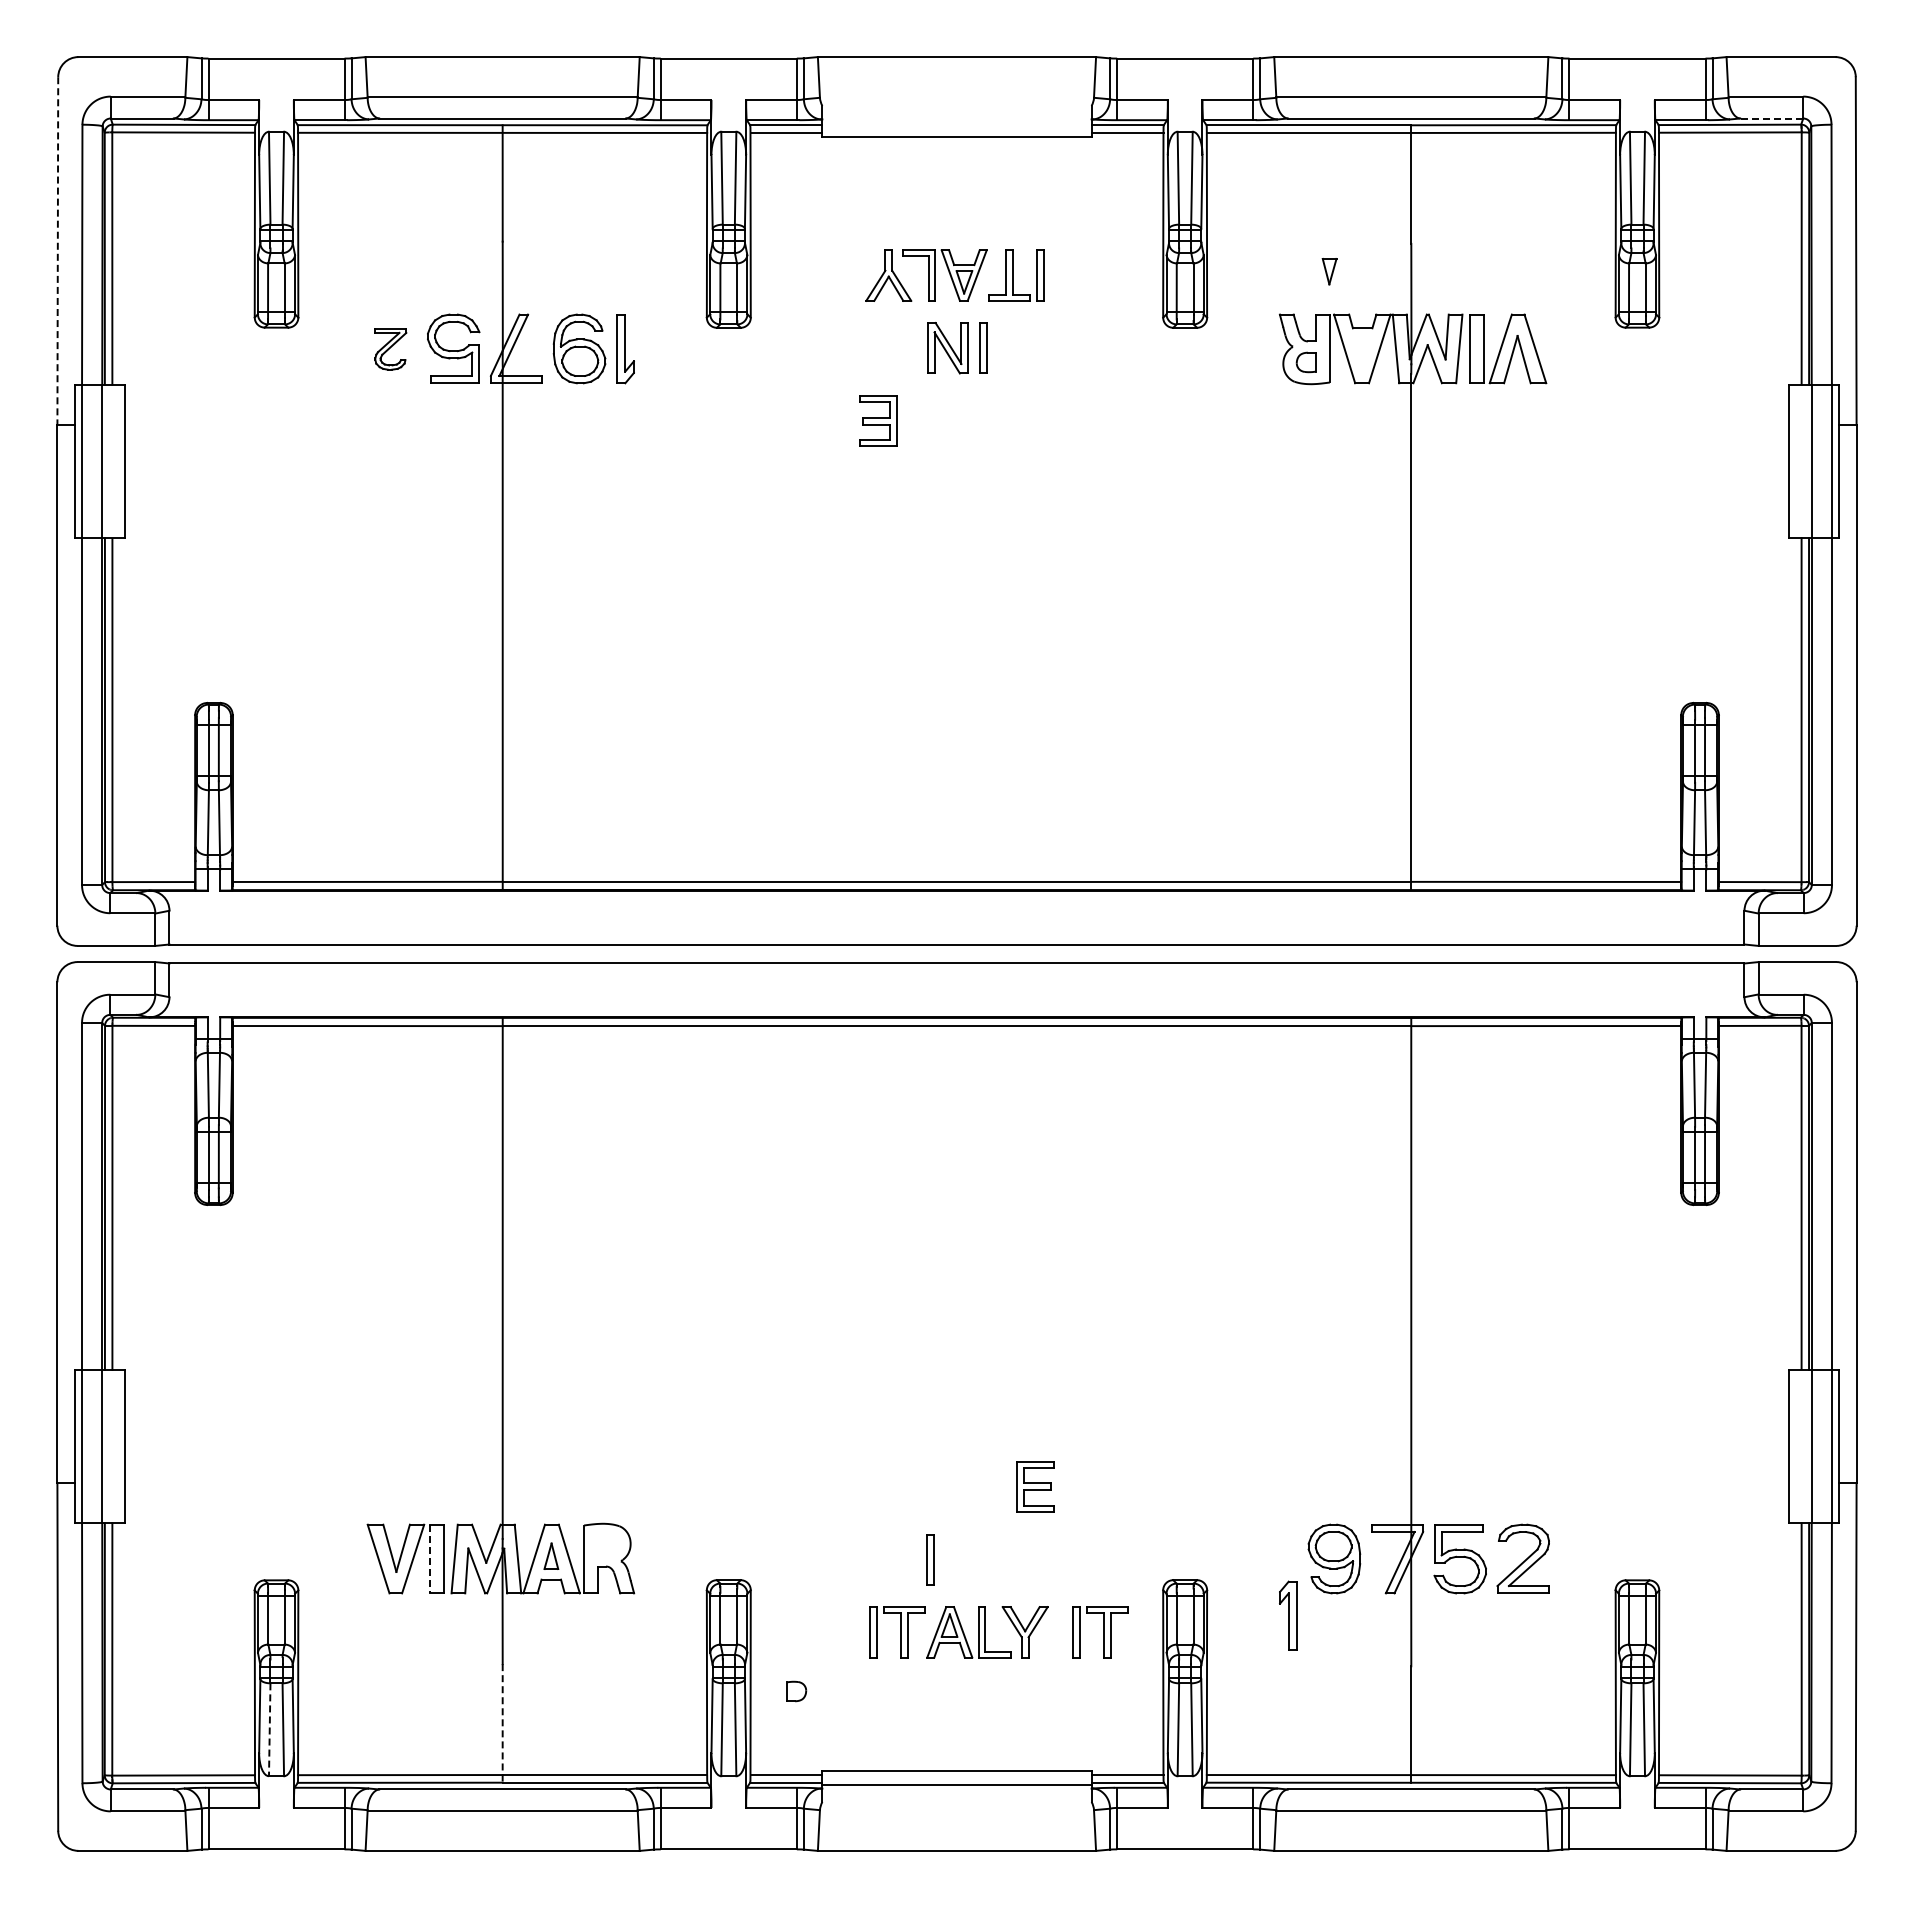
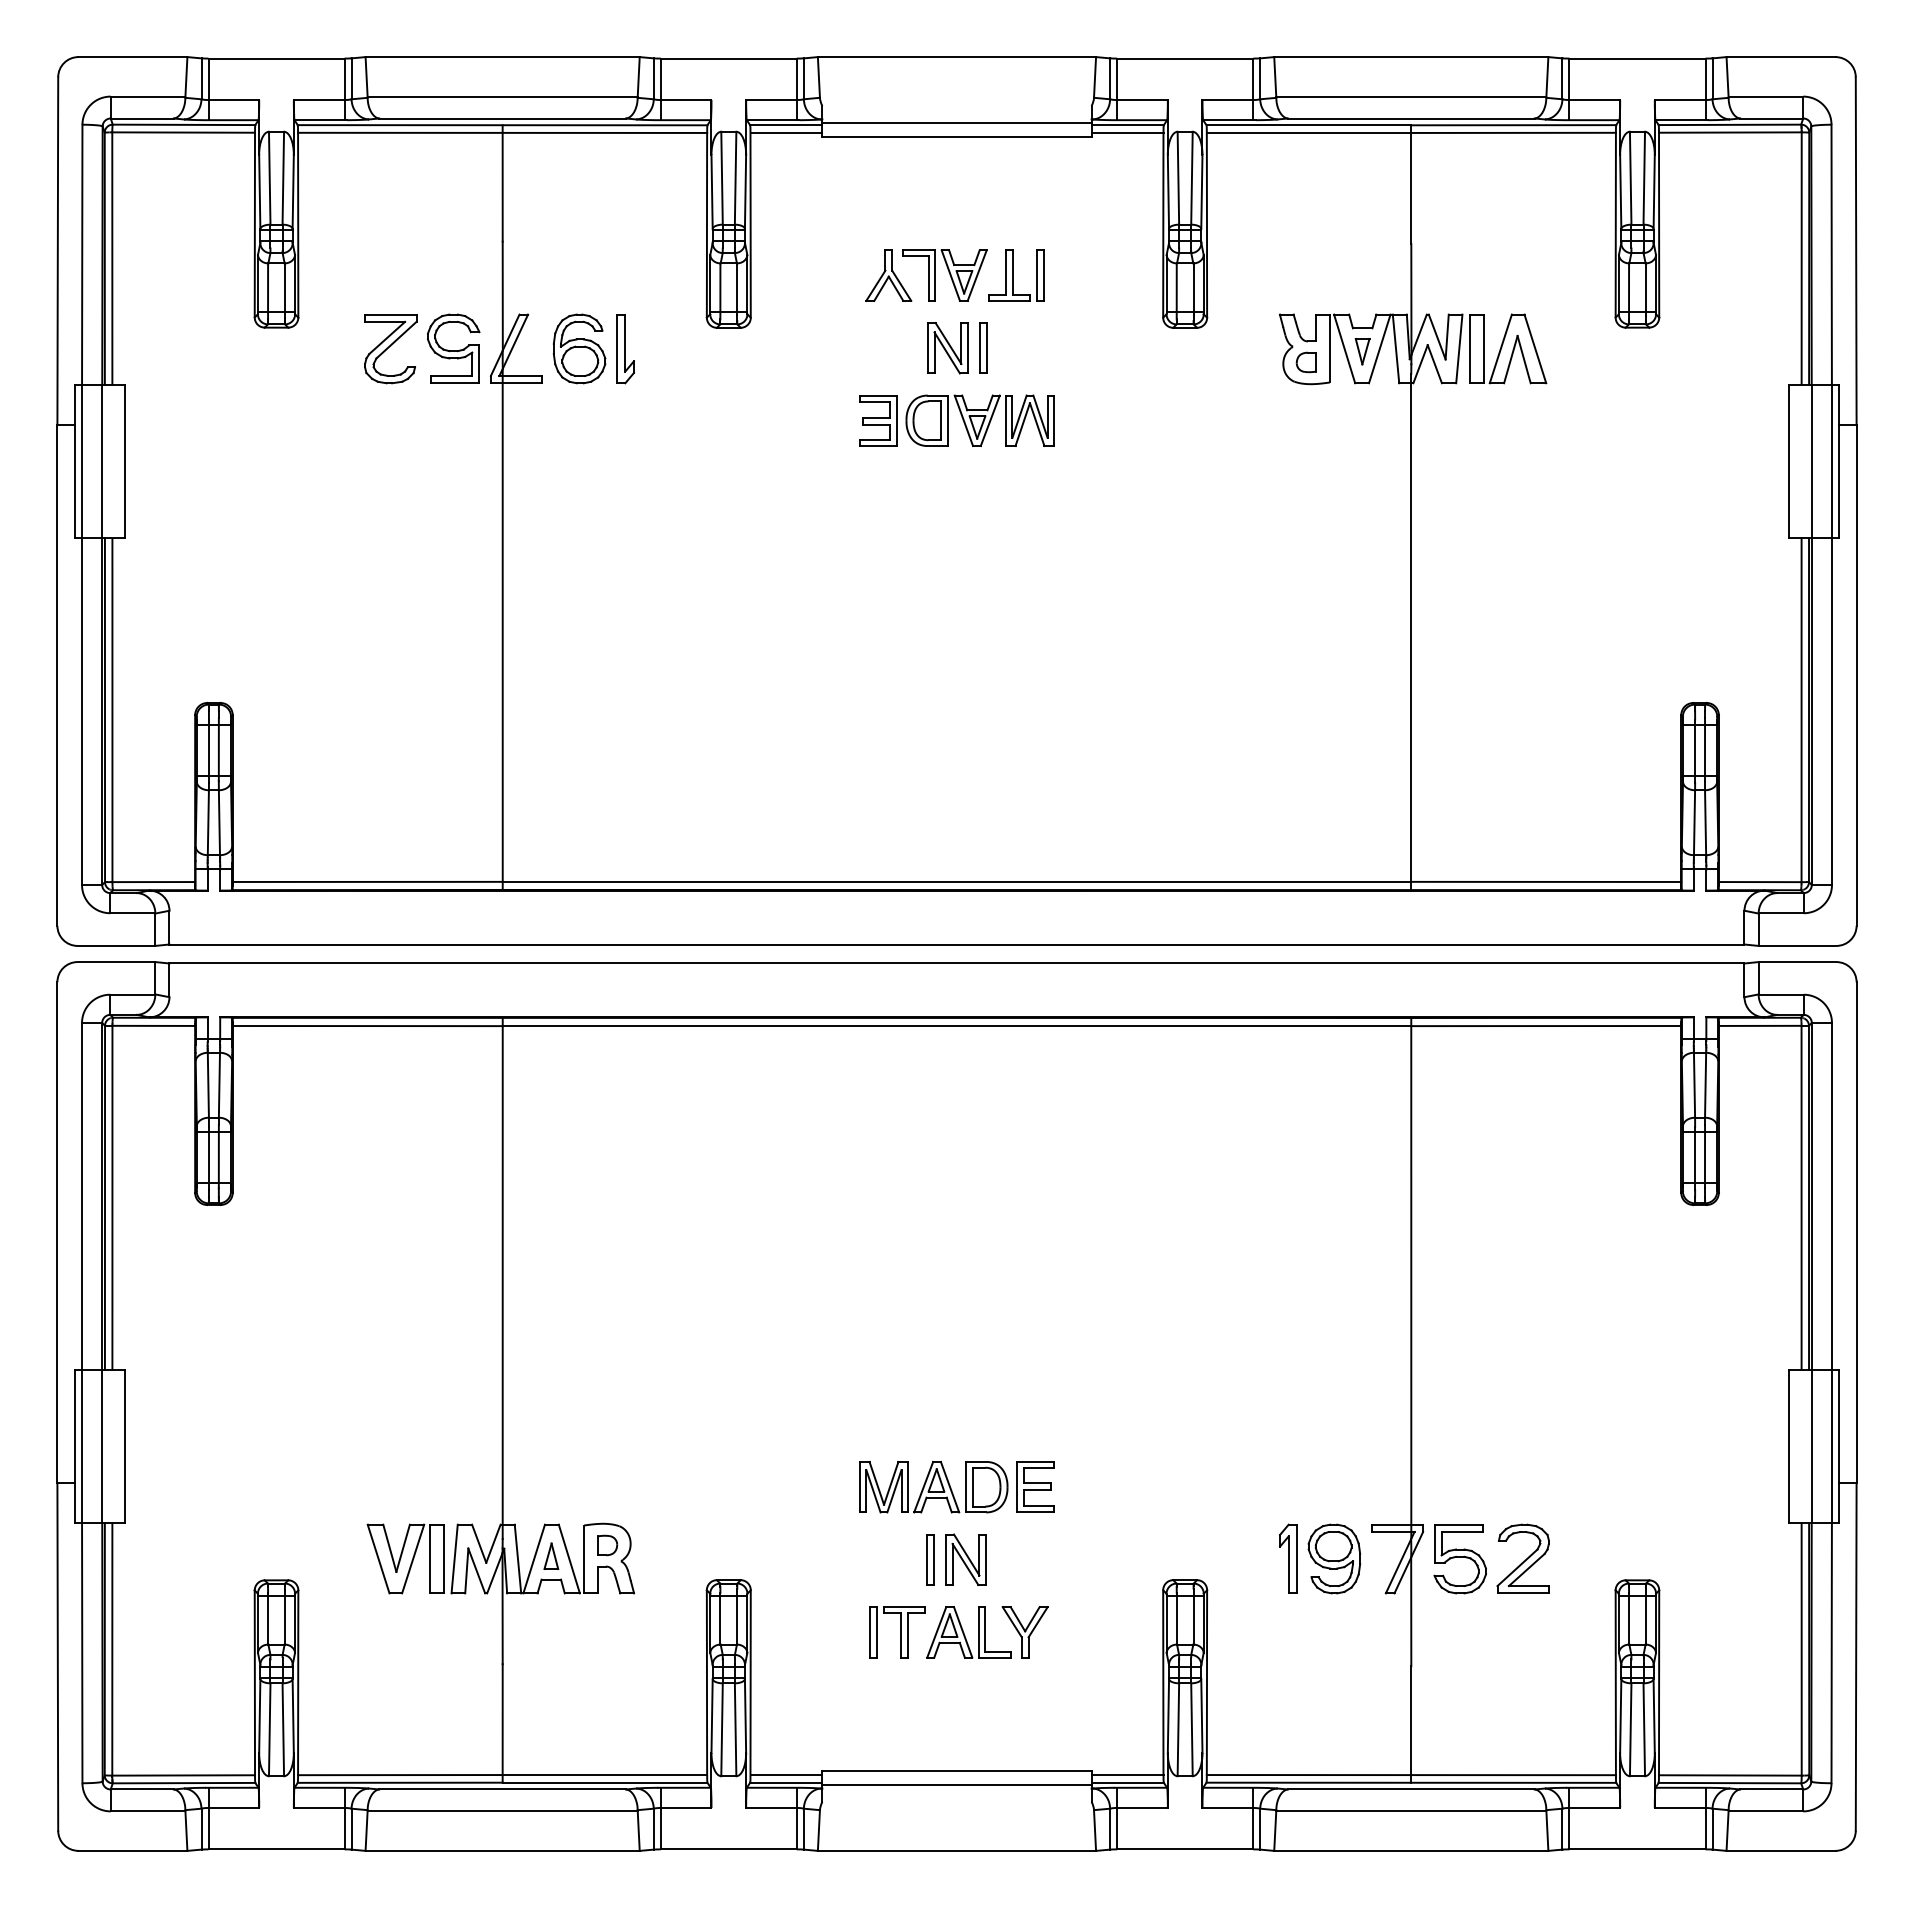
line at (1771, 118): dashed -> solid
line at (956, 122): none -> present
line at (57, 251): dashed -> solid
part at (1329, 271) position: (1329, 271) -> (1362, 351)
part at (390, 349) size: 34x43 px -> 54x71 px
part at (979, 420): none -> present
part at (933, 1486): none -> present
line at (429, 1559): dashed -> solid
part at (965, 1559): none -> present
part at (1288, 1615) position: (1288, 1615) -> (1288, 1558)
part at (1100, 1632): present -> none
part at (796, 1691) position: (796, 1691) -> (607, 1545)
line at (502, 1723): dashed -> solid
line at (269, 1730): dashed -> solid
